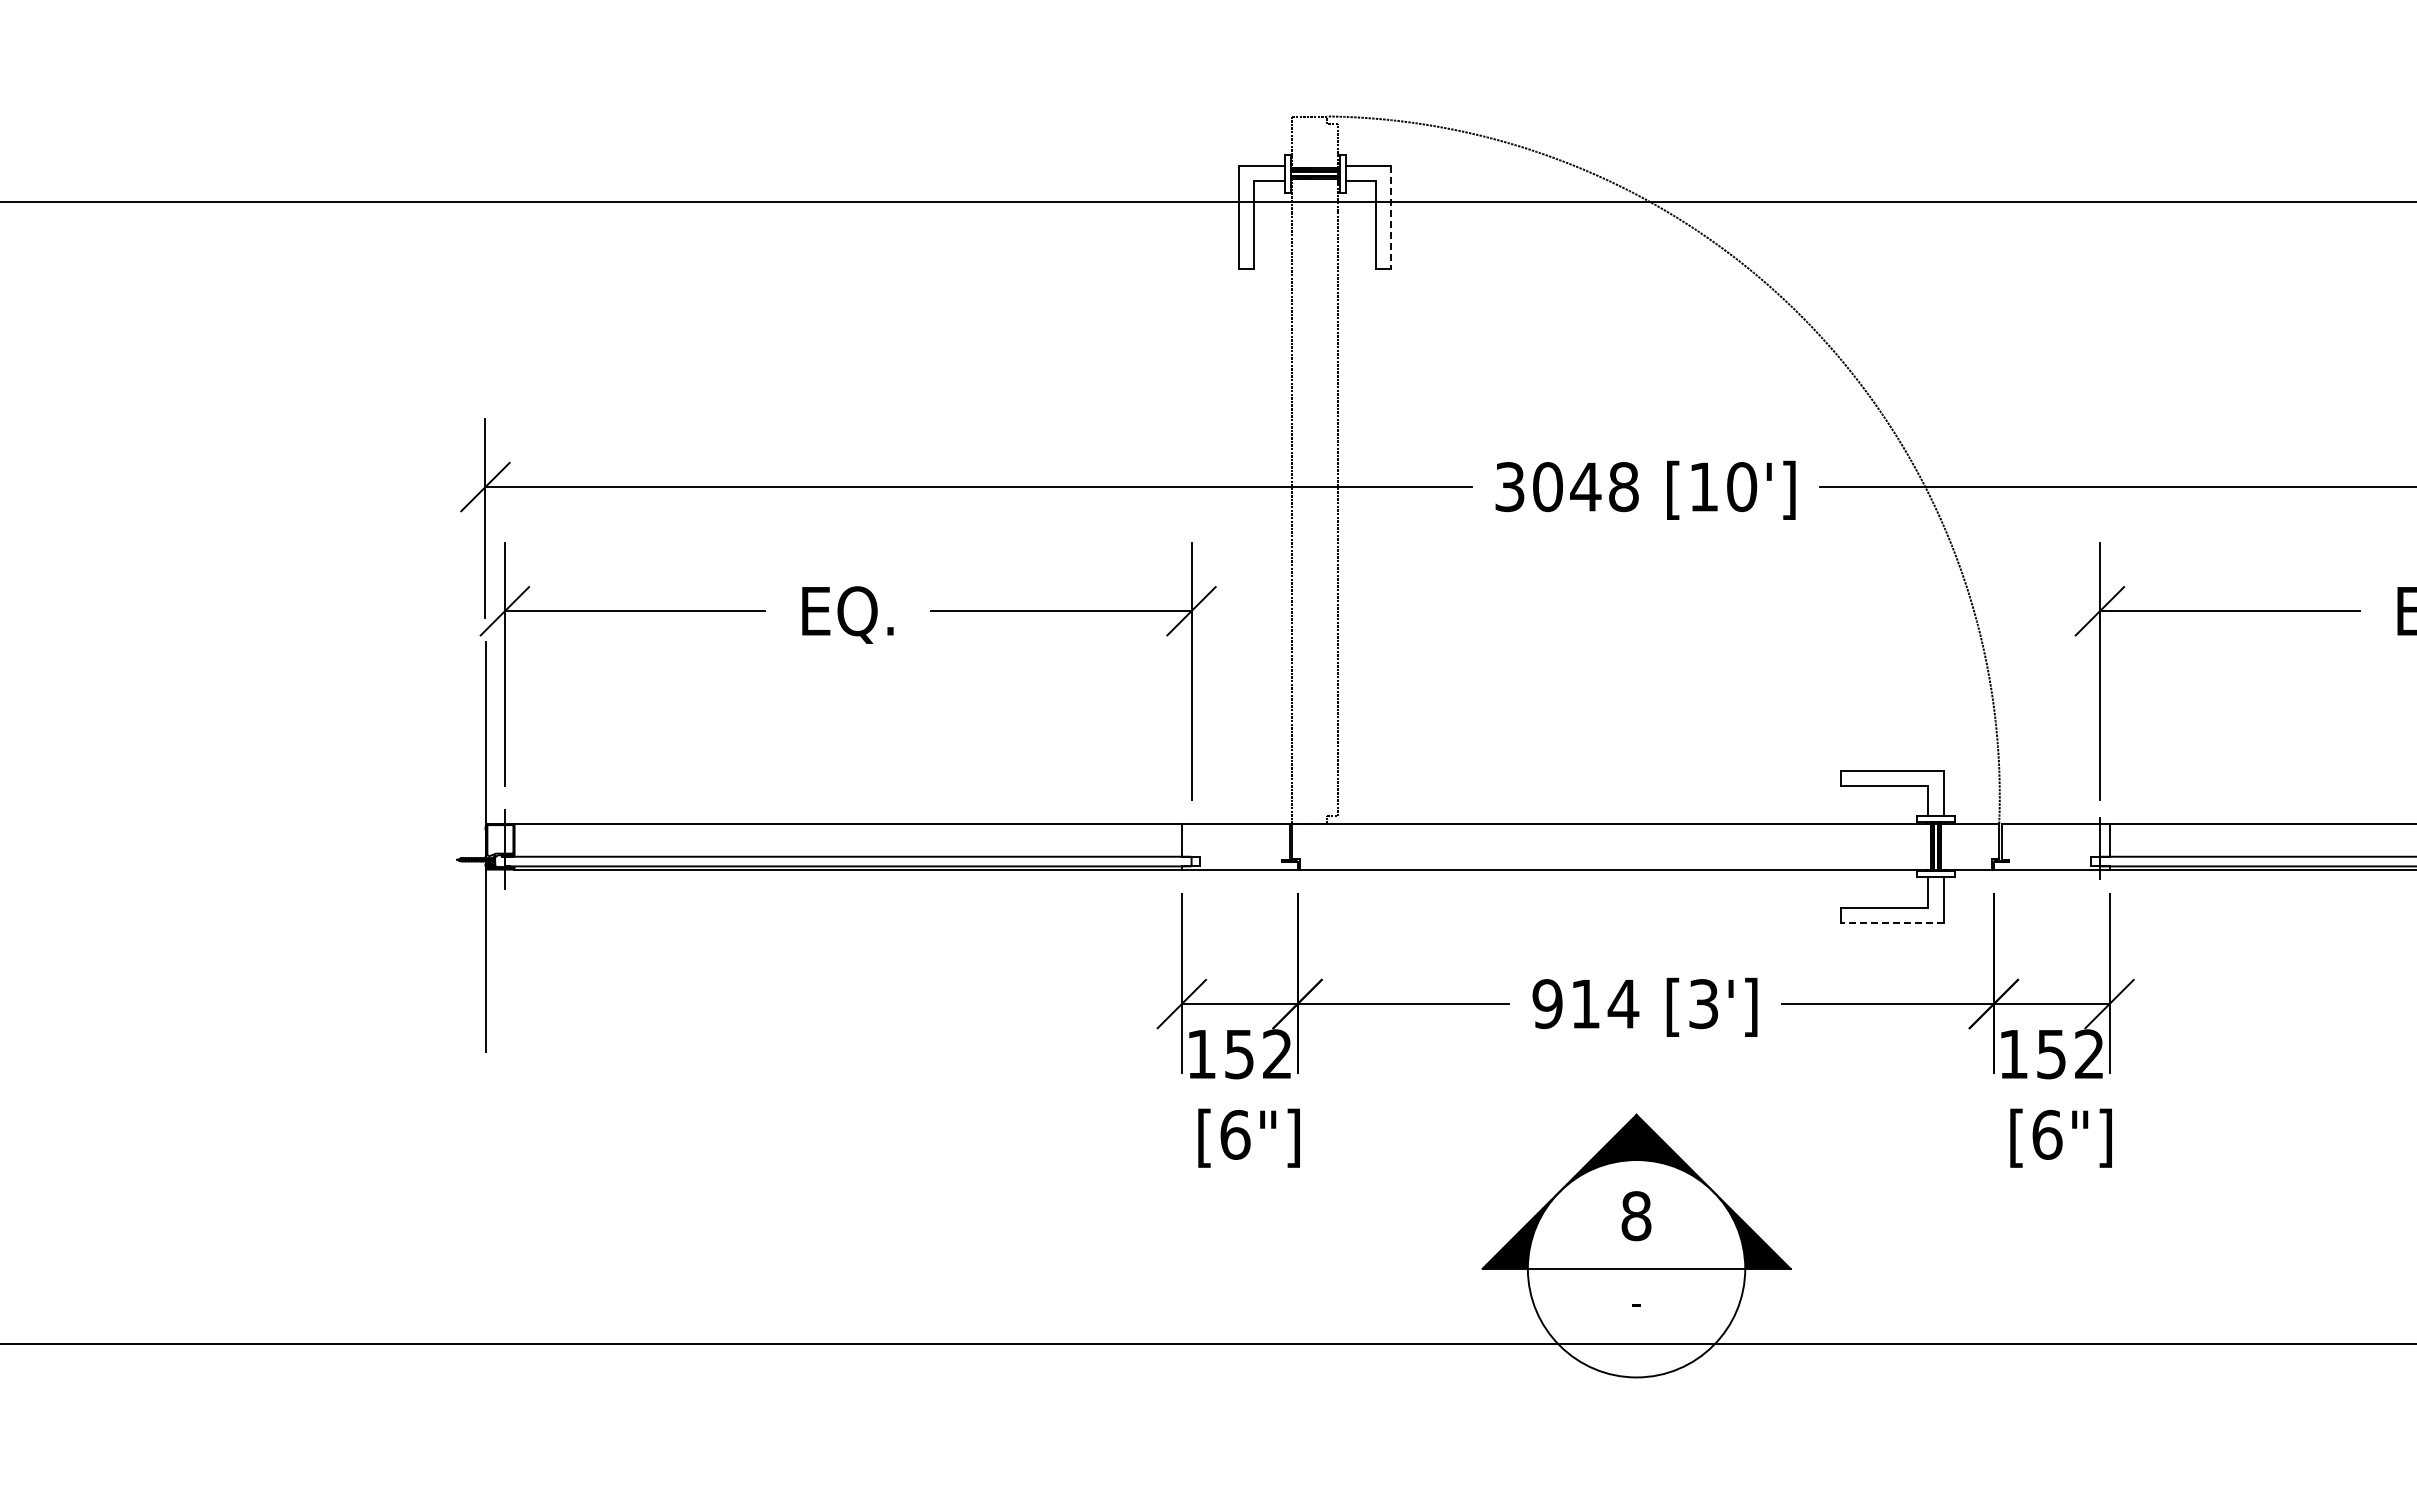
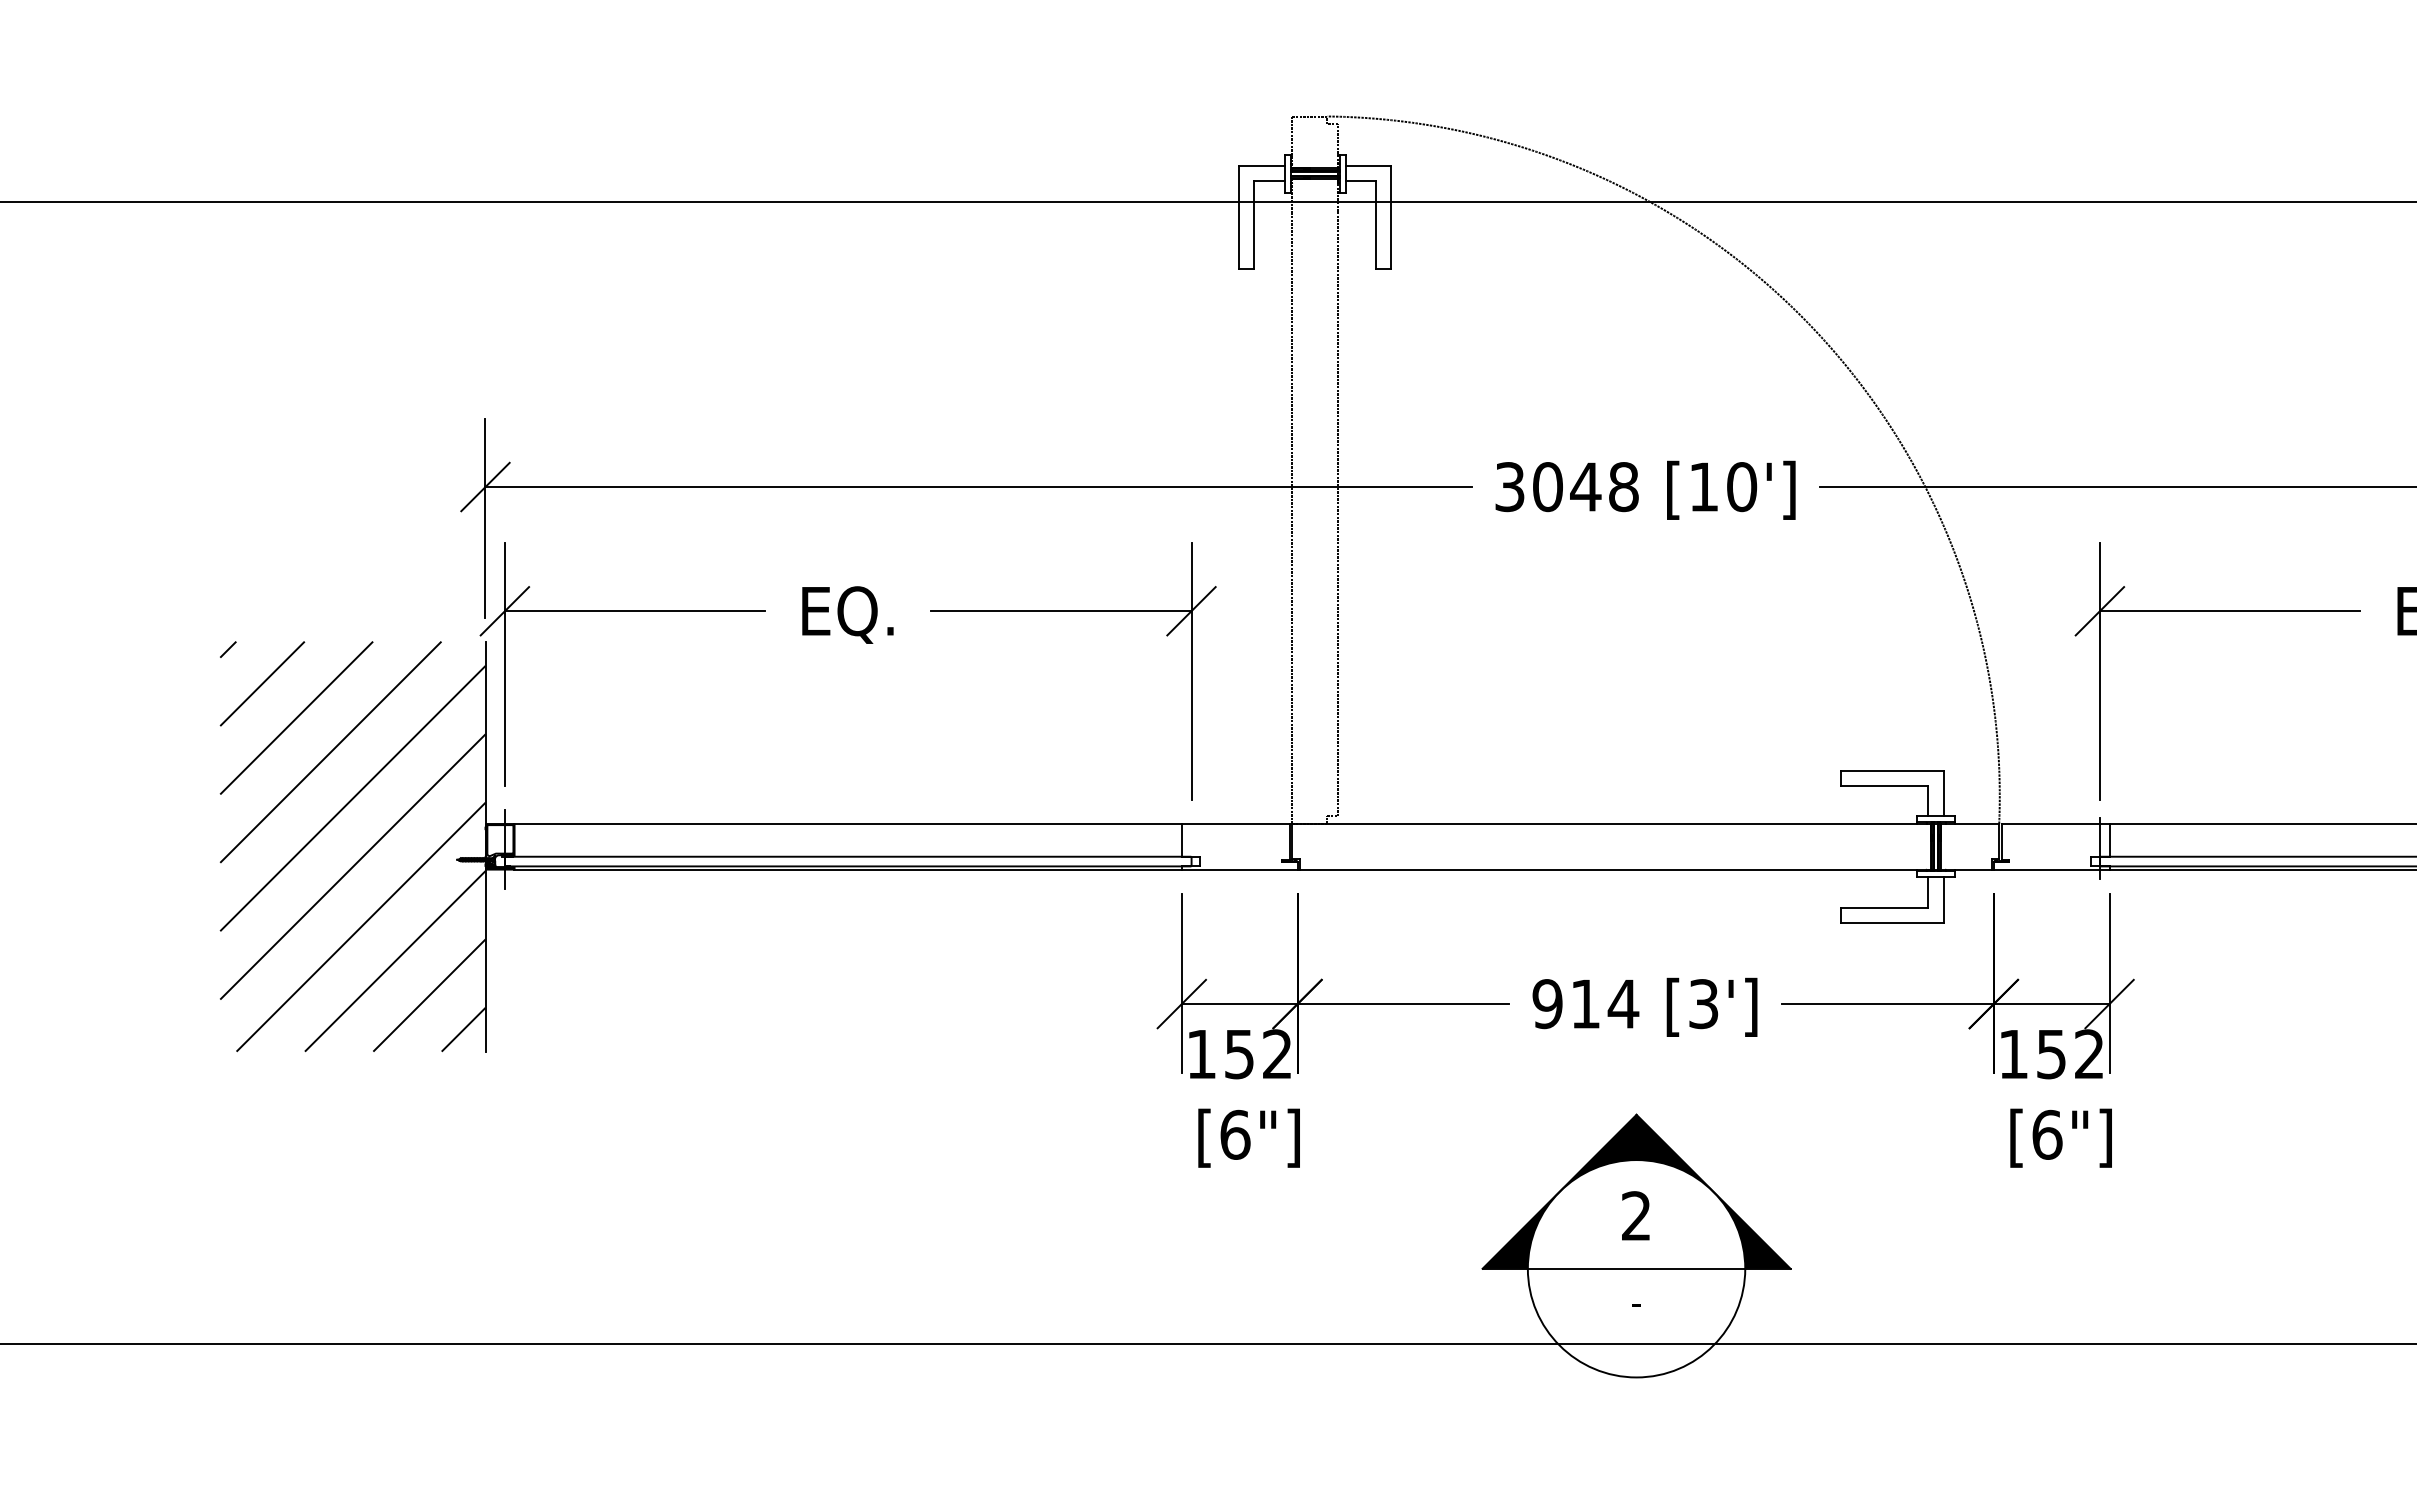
line at (1391, 217): dashed -> solid
hatch at (352, 846): none -> present
line at (1891, 922): dashed -> solid
text at (1636, 1216): 8 -> 2
